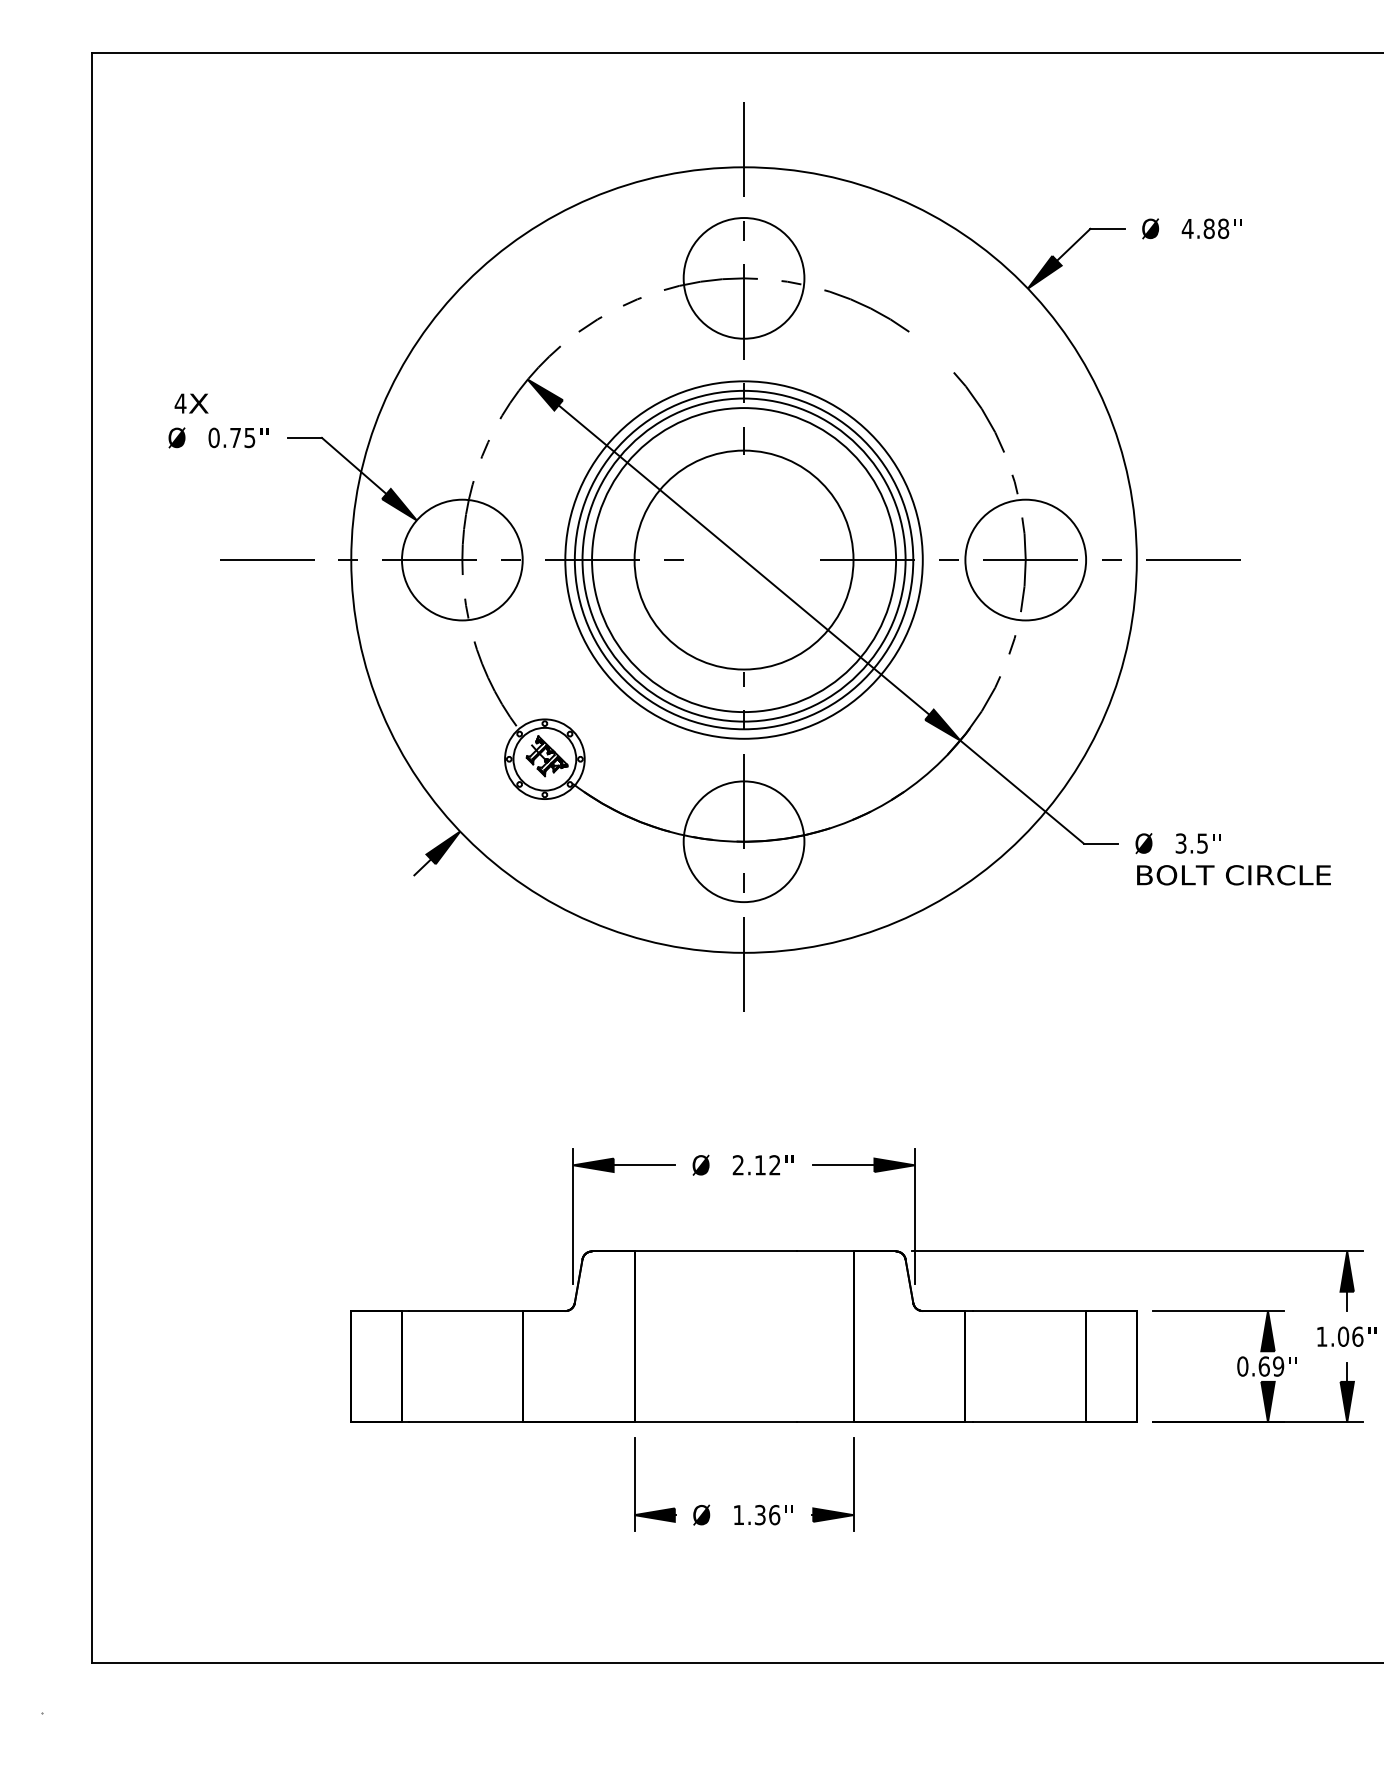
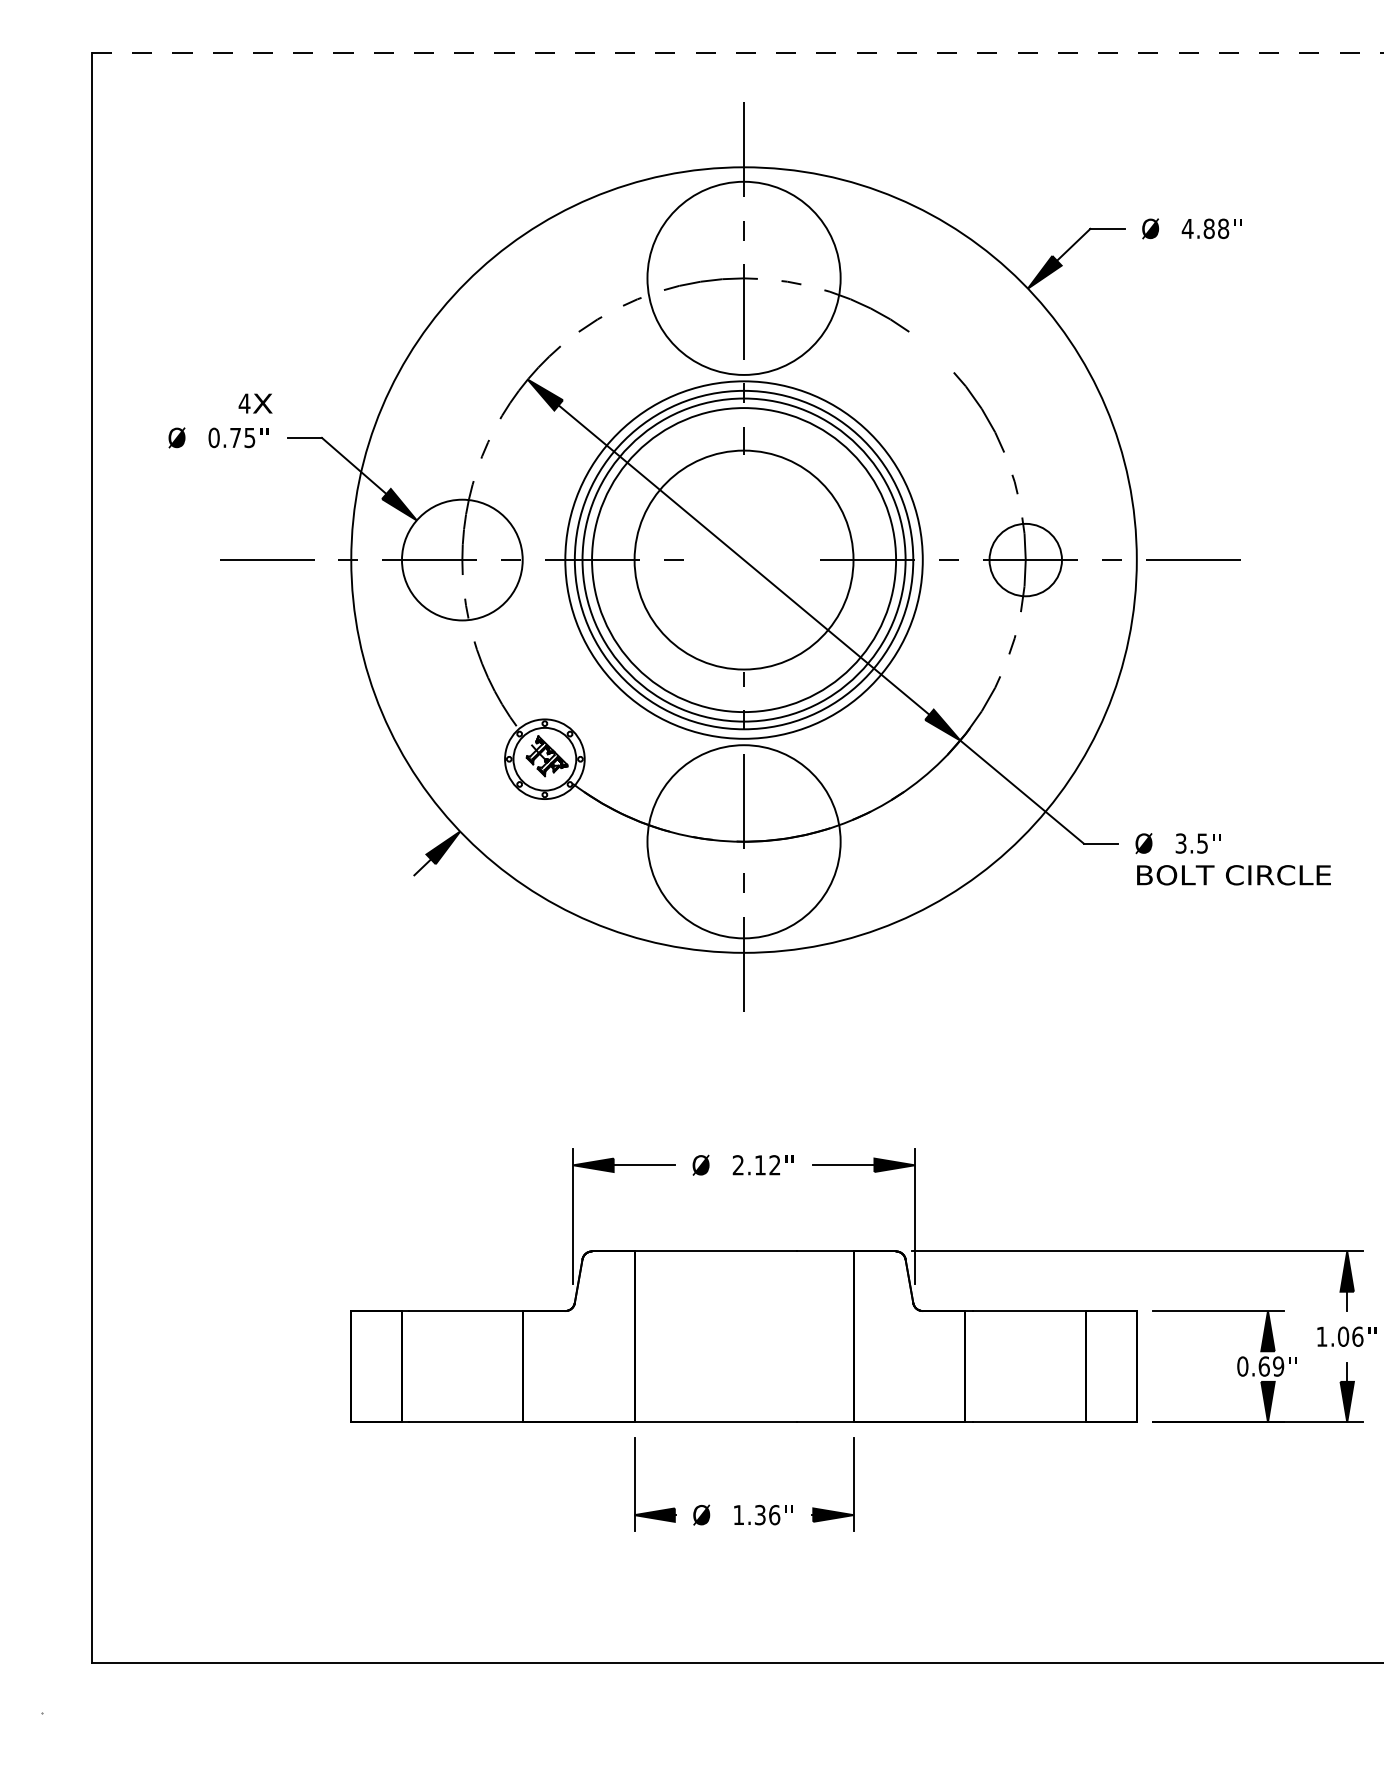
line at (737, 52): solid -> dashed
circle at (743, 278) diameter: 121 px -> 193 px
text at (191, 403) position: (191, 403) -> (255, 403)
circle at (1025, 559) diameter: 121 px -> 72 px
circle at (743, 841) diameter: 121 px -> 193 px
